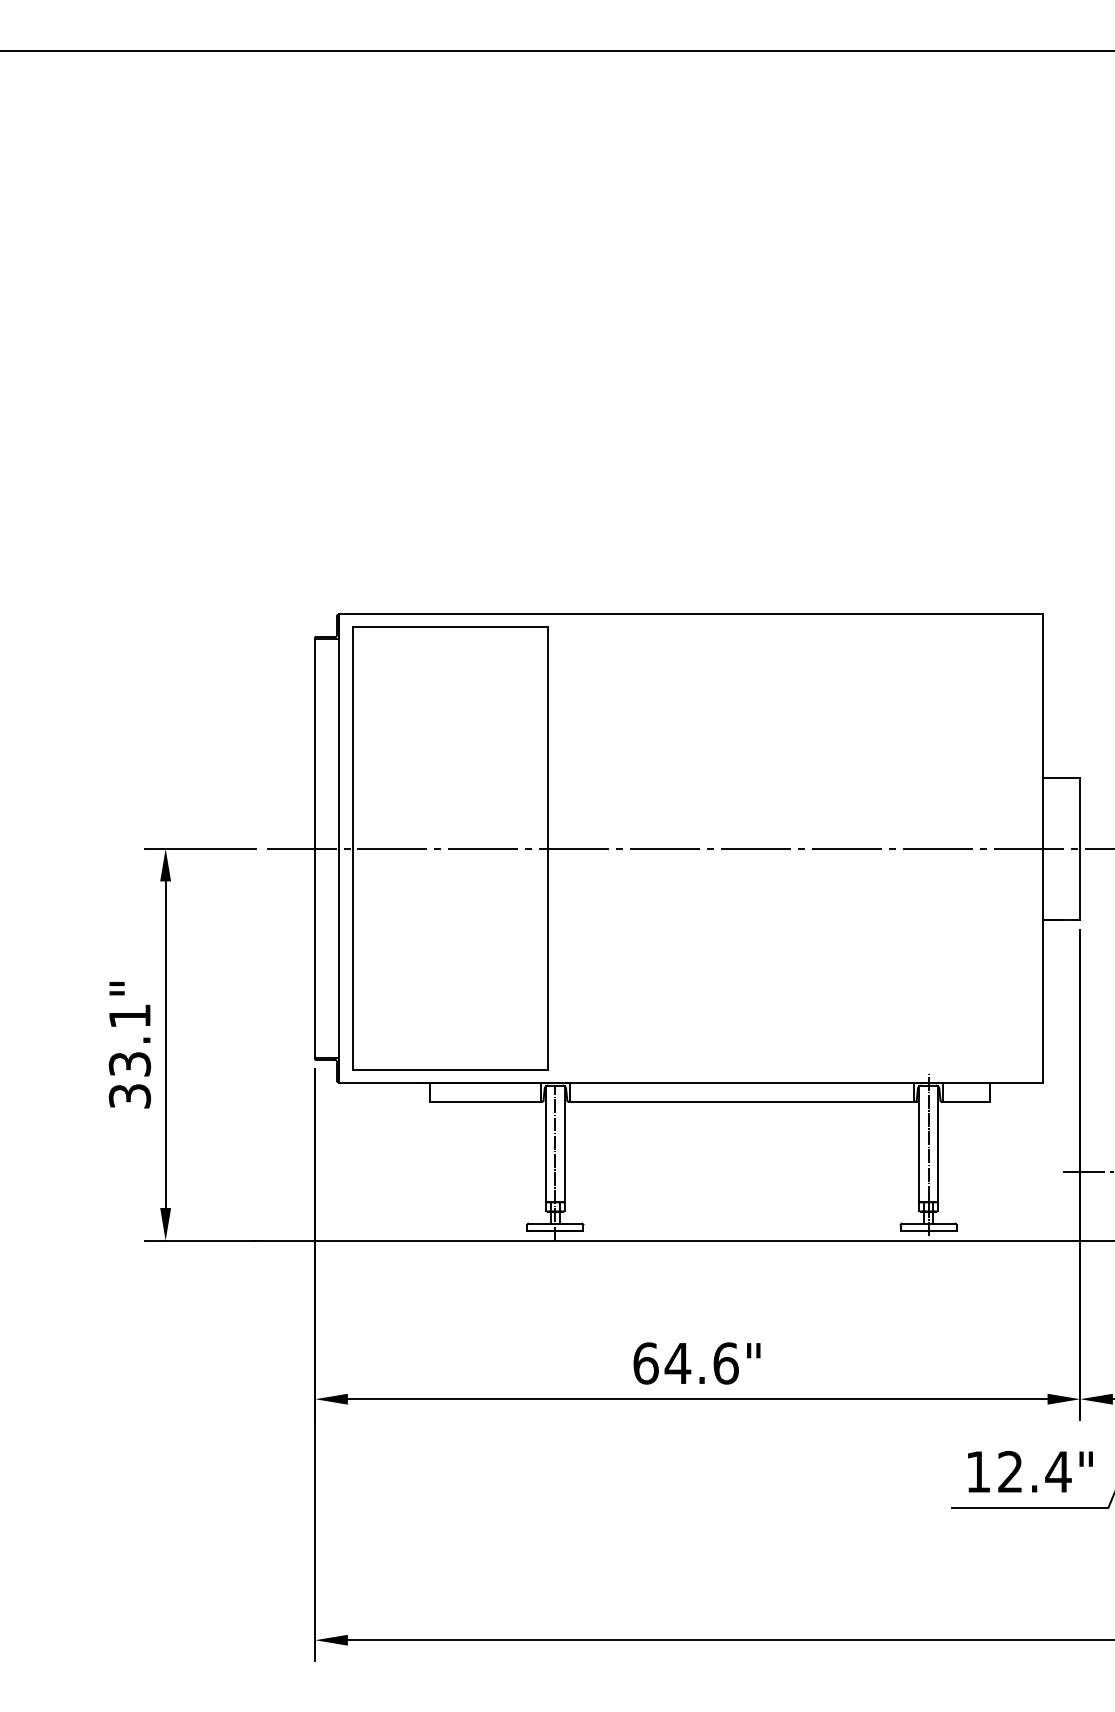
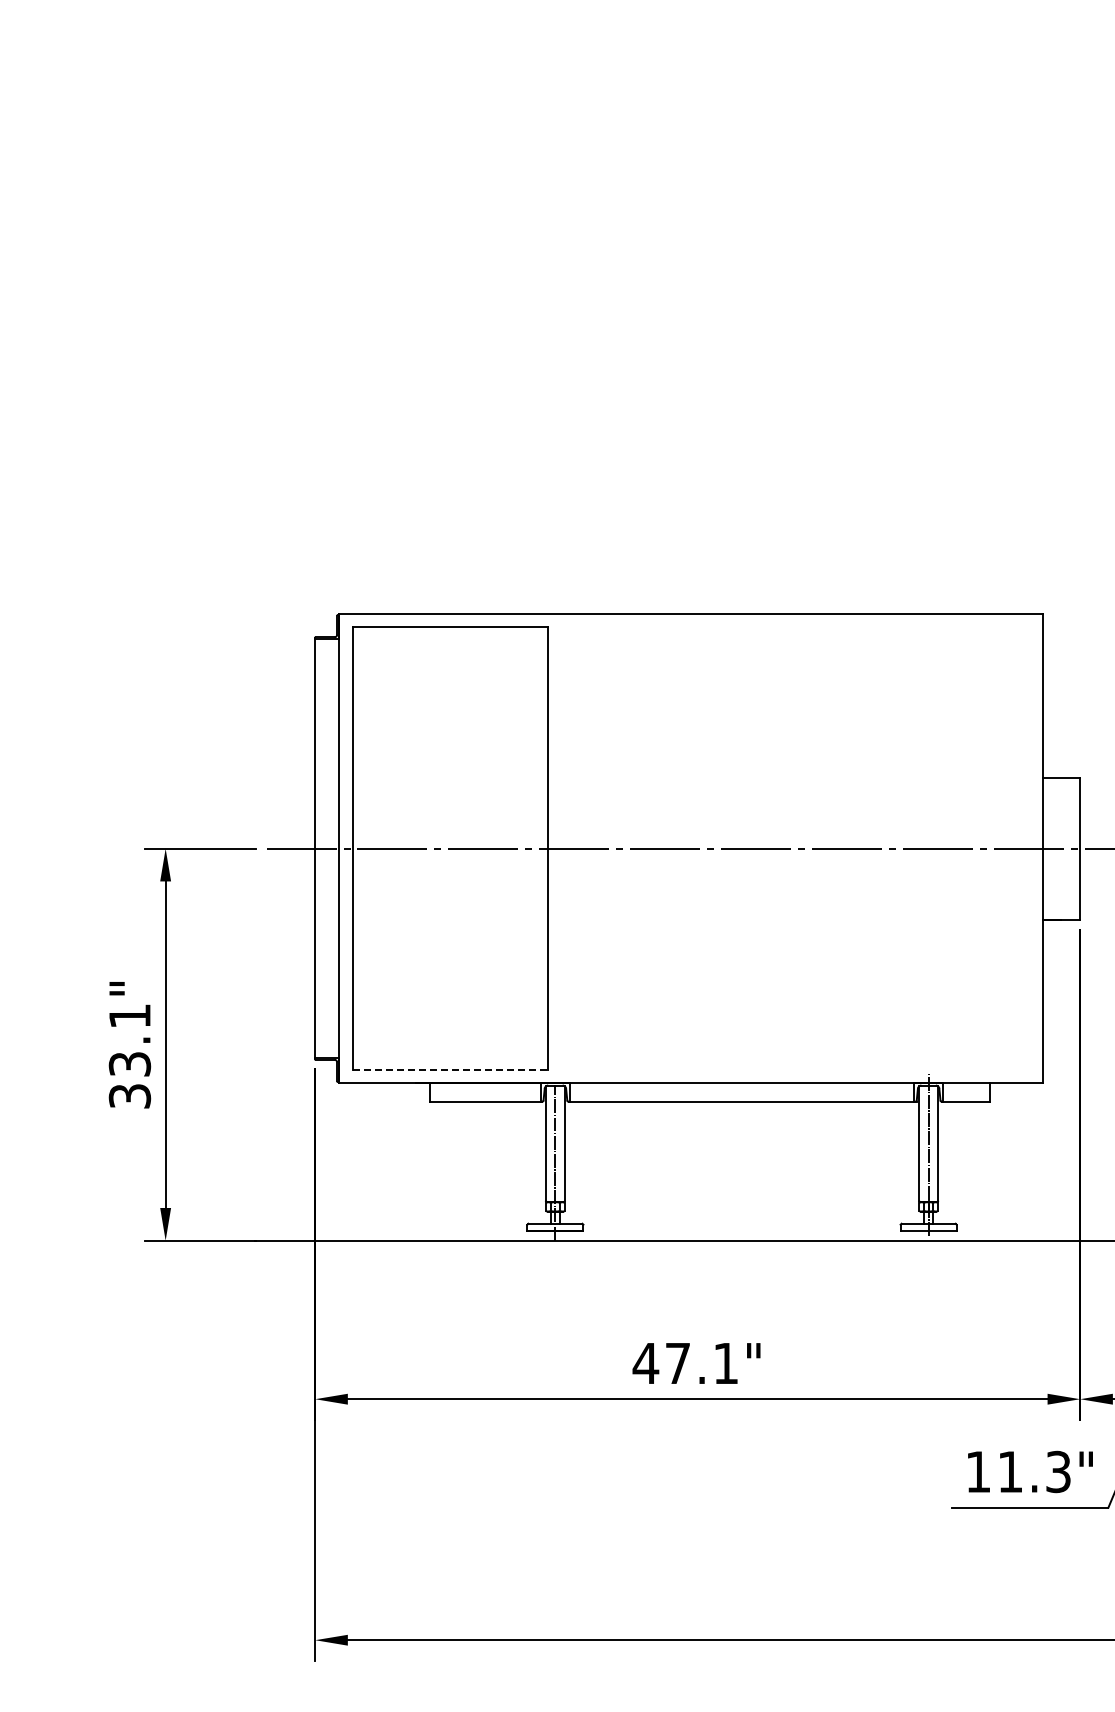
line at (556, 51): present -> none
line at (450, 1069): solid -> dashed
line at (1087, 1171): present -> none
text at (685, 1363): 64.6" -> 47.1"
text at (1034, 1471): 12.4" -> 11.3"
